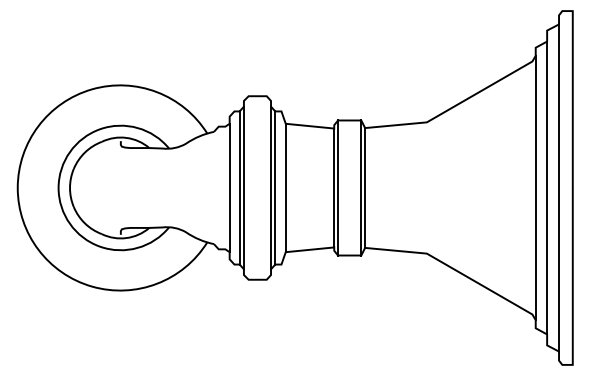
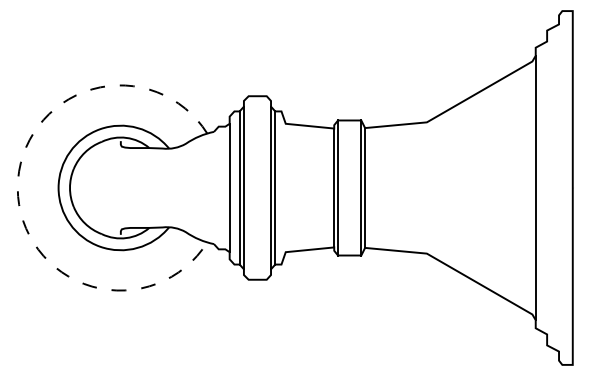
arc at (17, 187): solid -> dashed
line at (285, 187): present -> none
line at (547, 187): present -> none
line at (559, 187): present -> none
